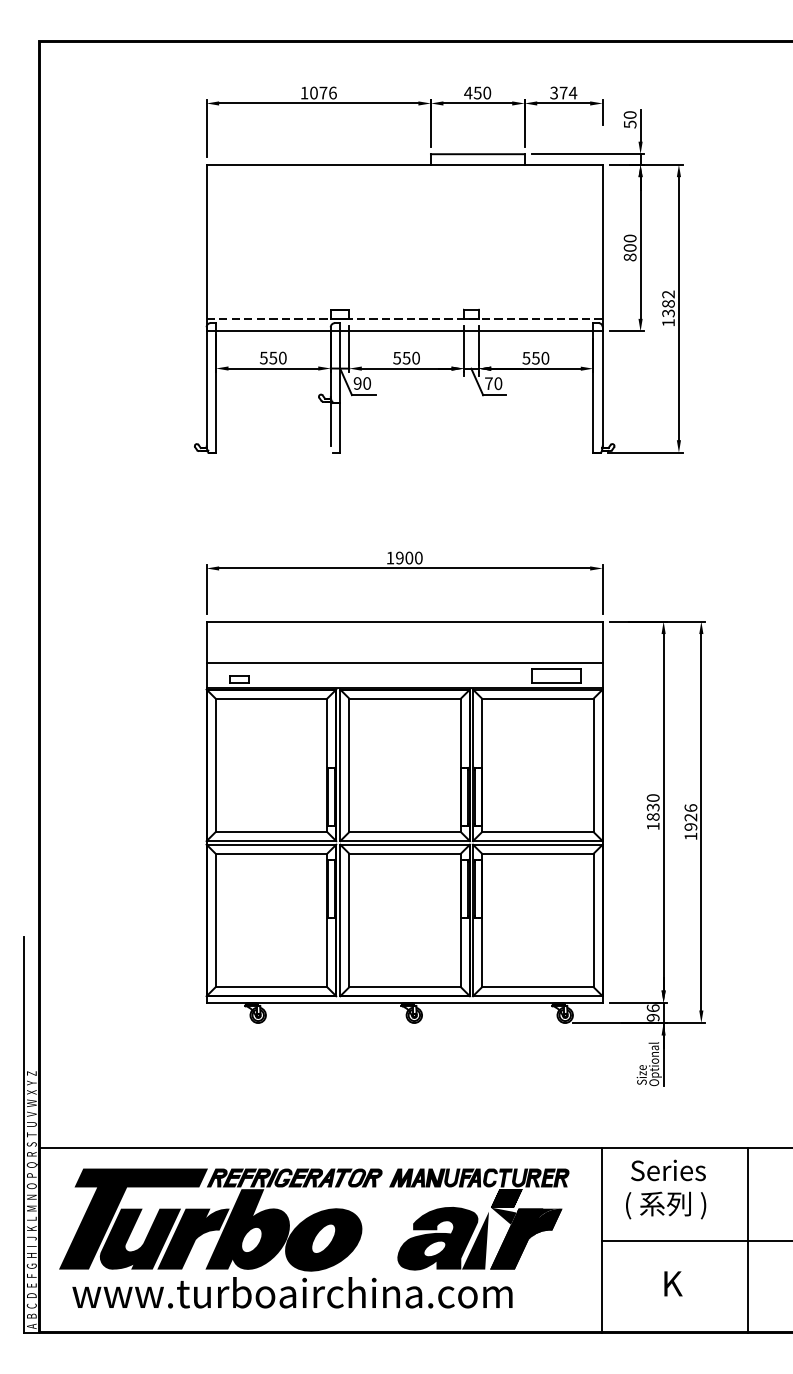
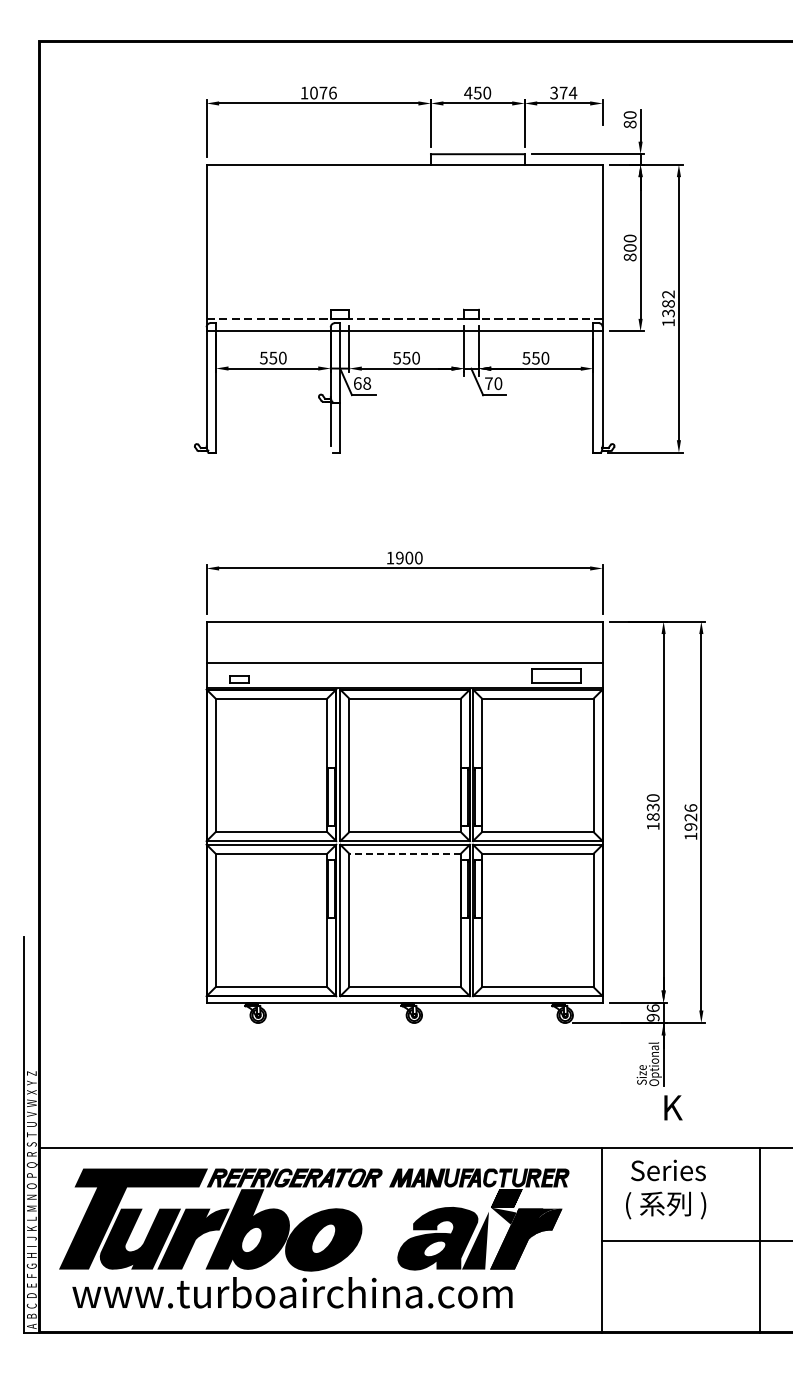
text at (629, 124): 50 -> 80
text at (362, 383): 90 -> 68
line at (405, 853): solid -> dashed
line at (747, 1240) position: (747, 1240) -> (759, 1240)
text at (673, 1283) position: (673, 1283) -> (673, 1107)
